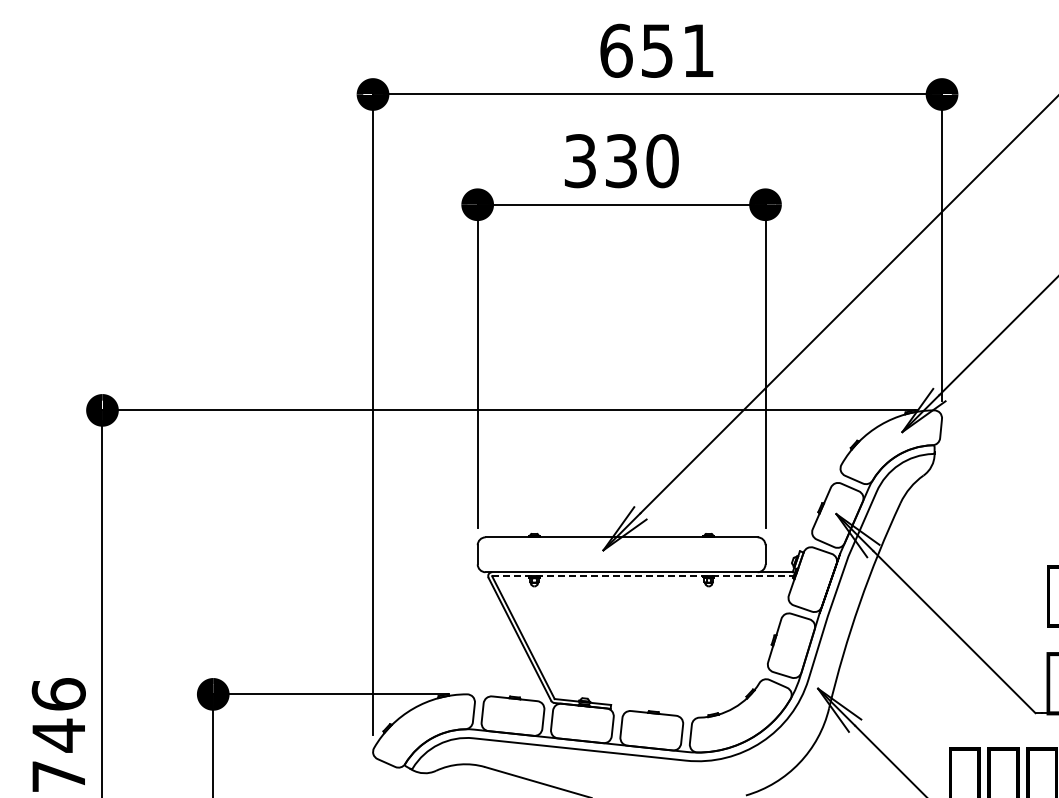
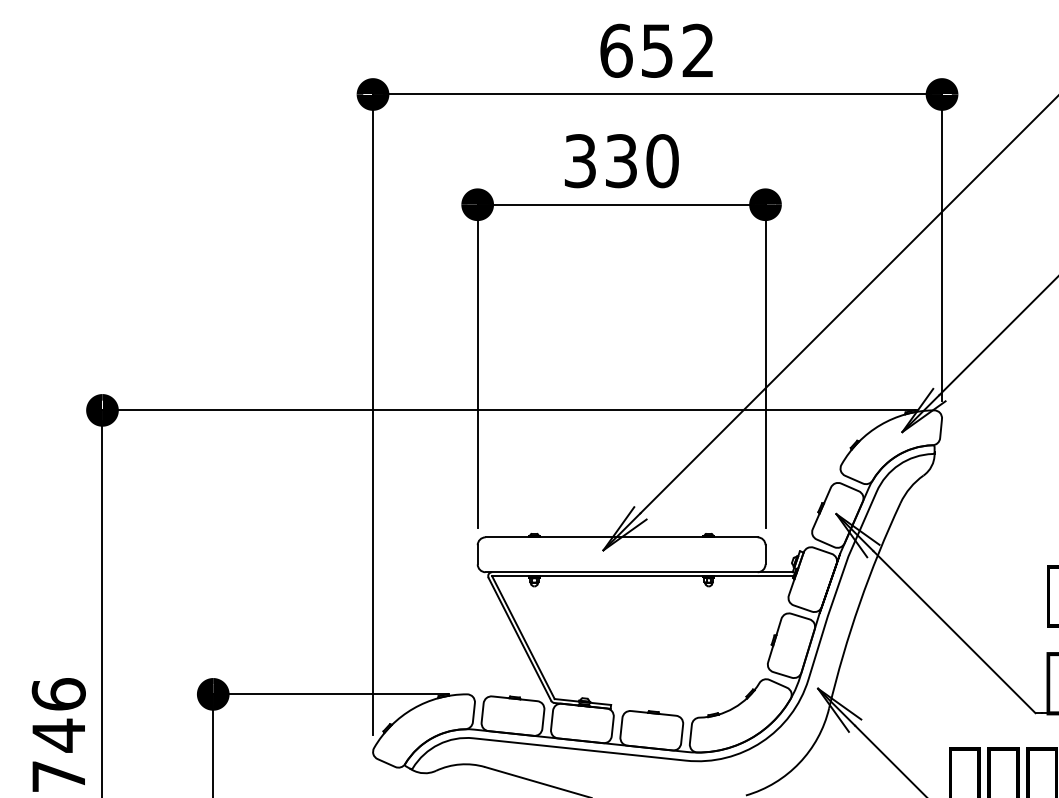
text at (697, 49): 651 -> 652
line at (642, 576): dashed -> solid
